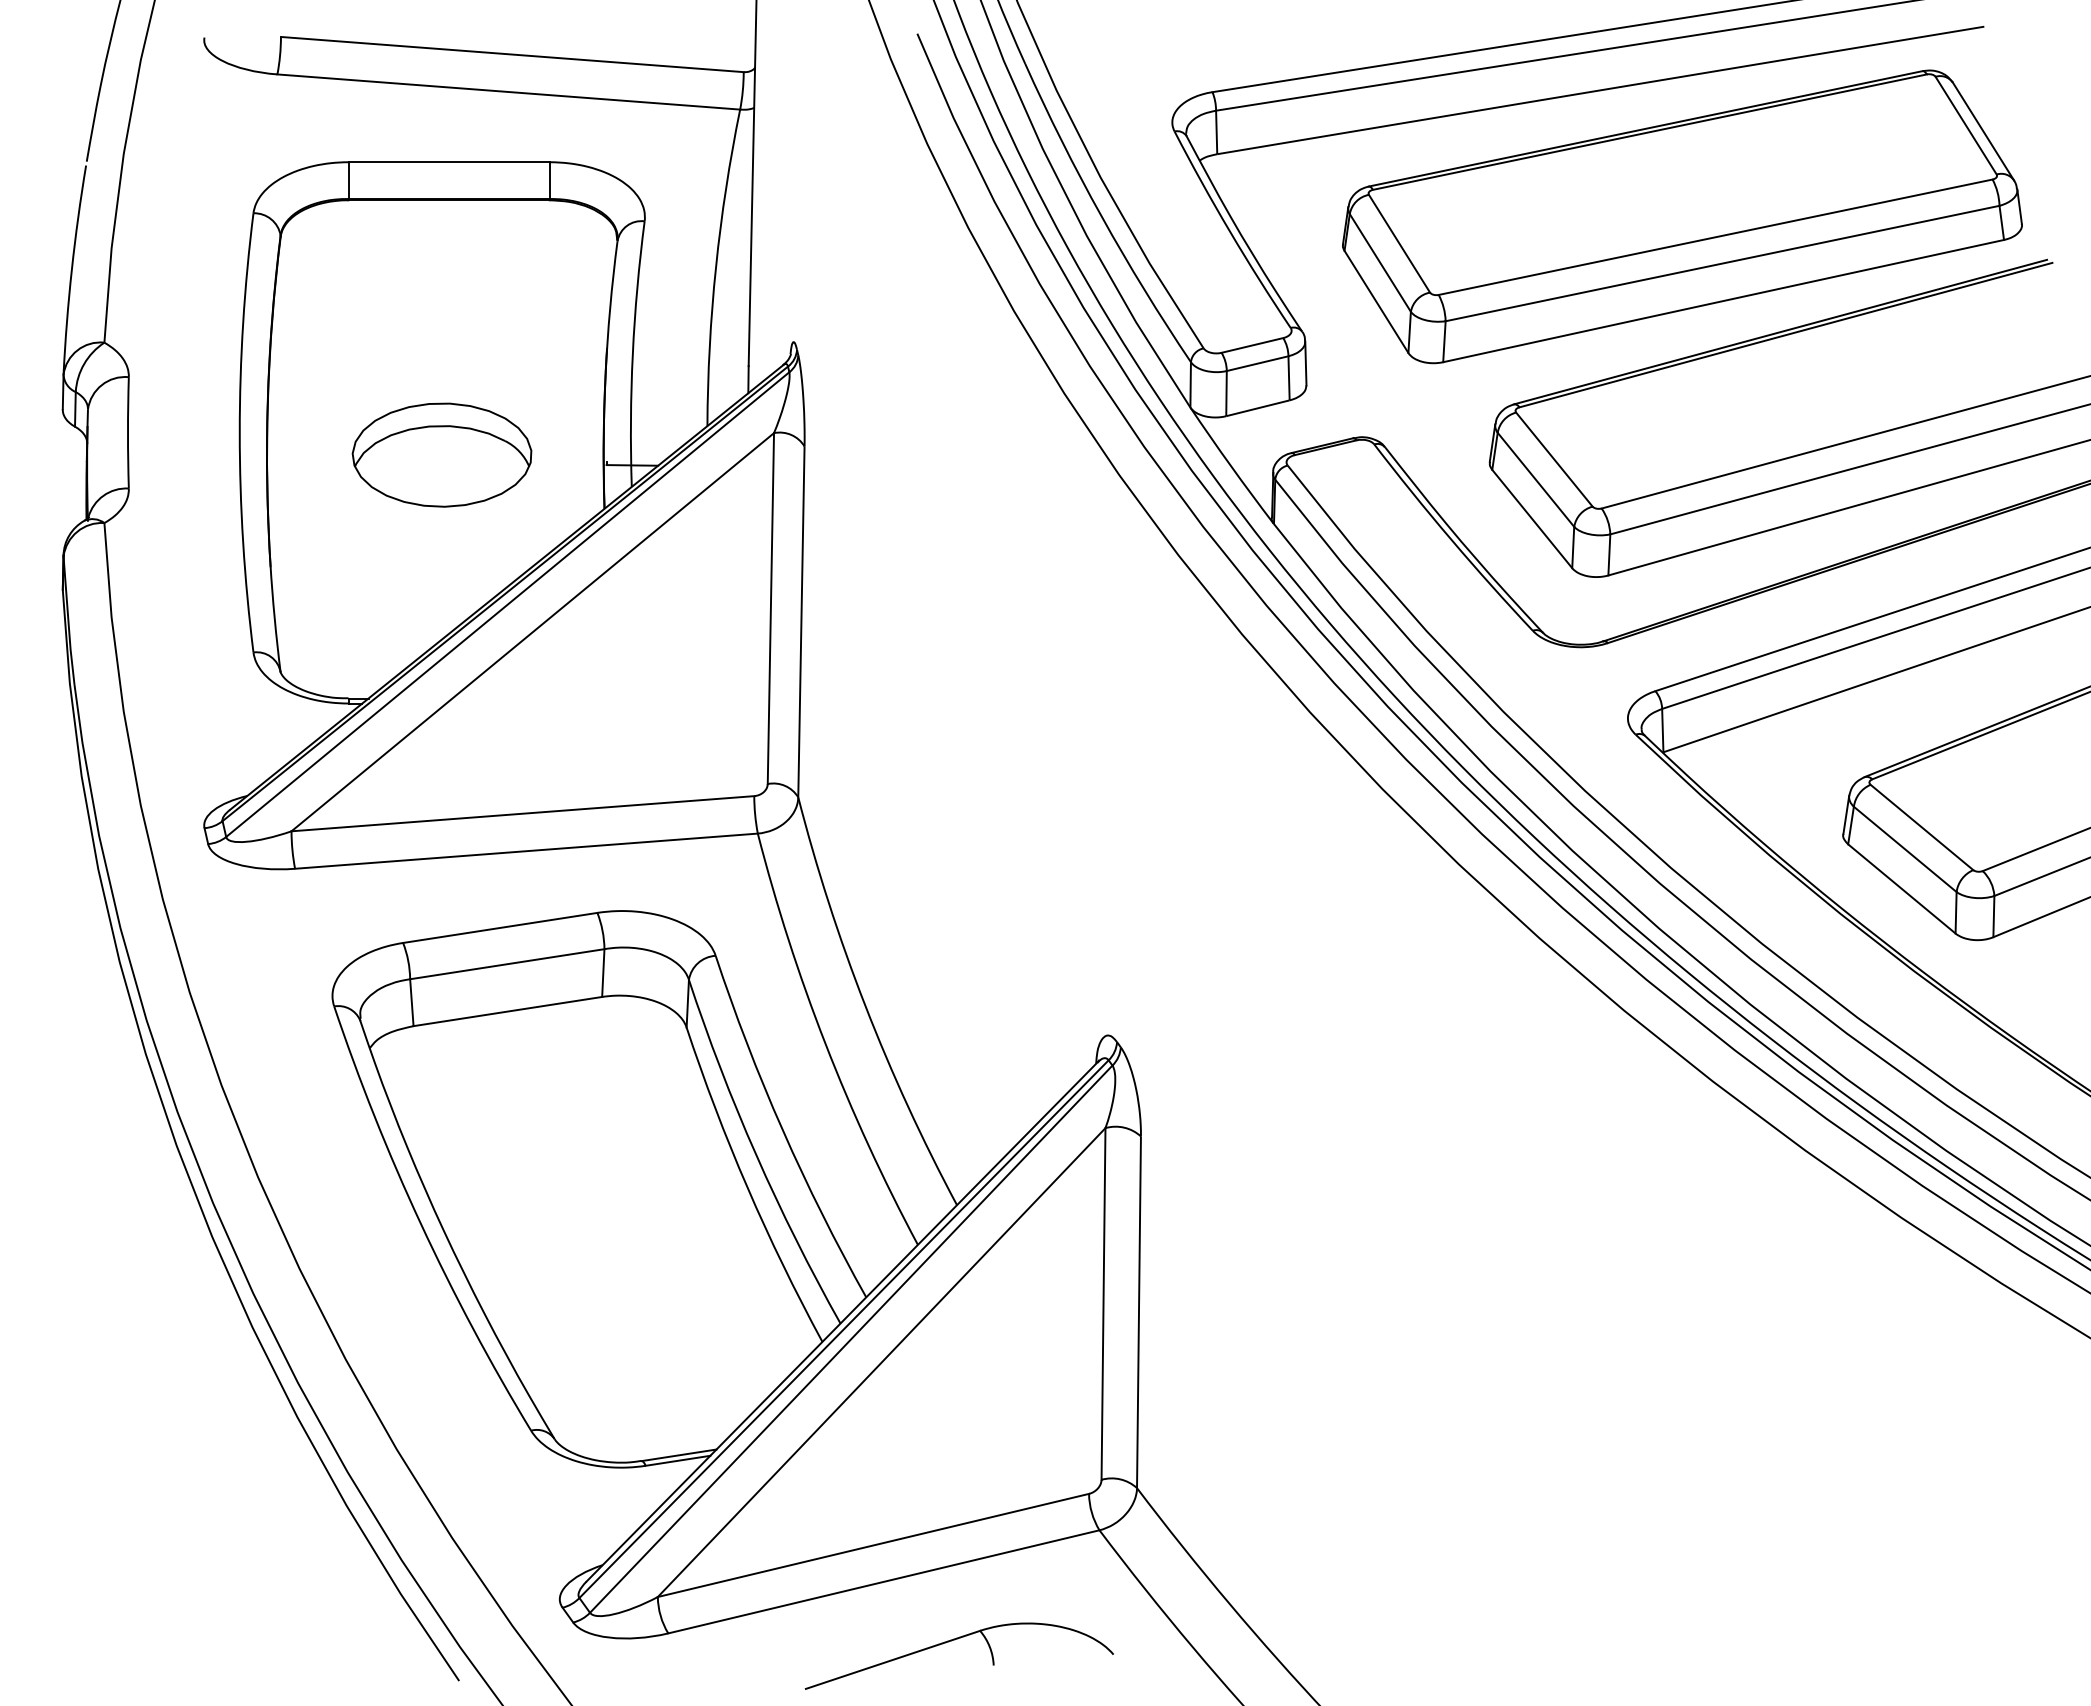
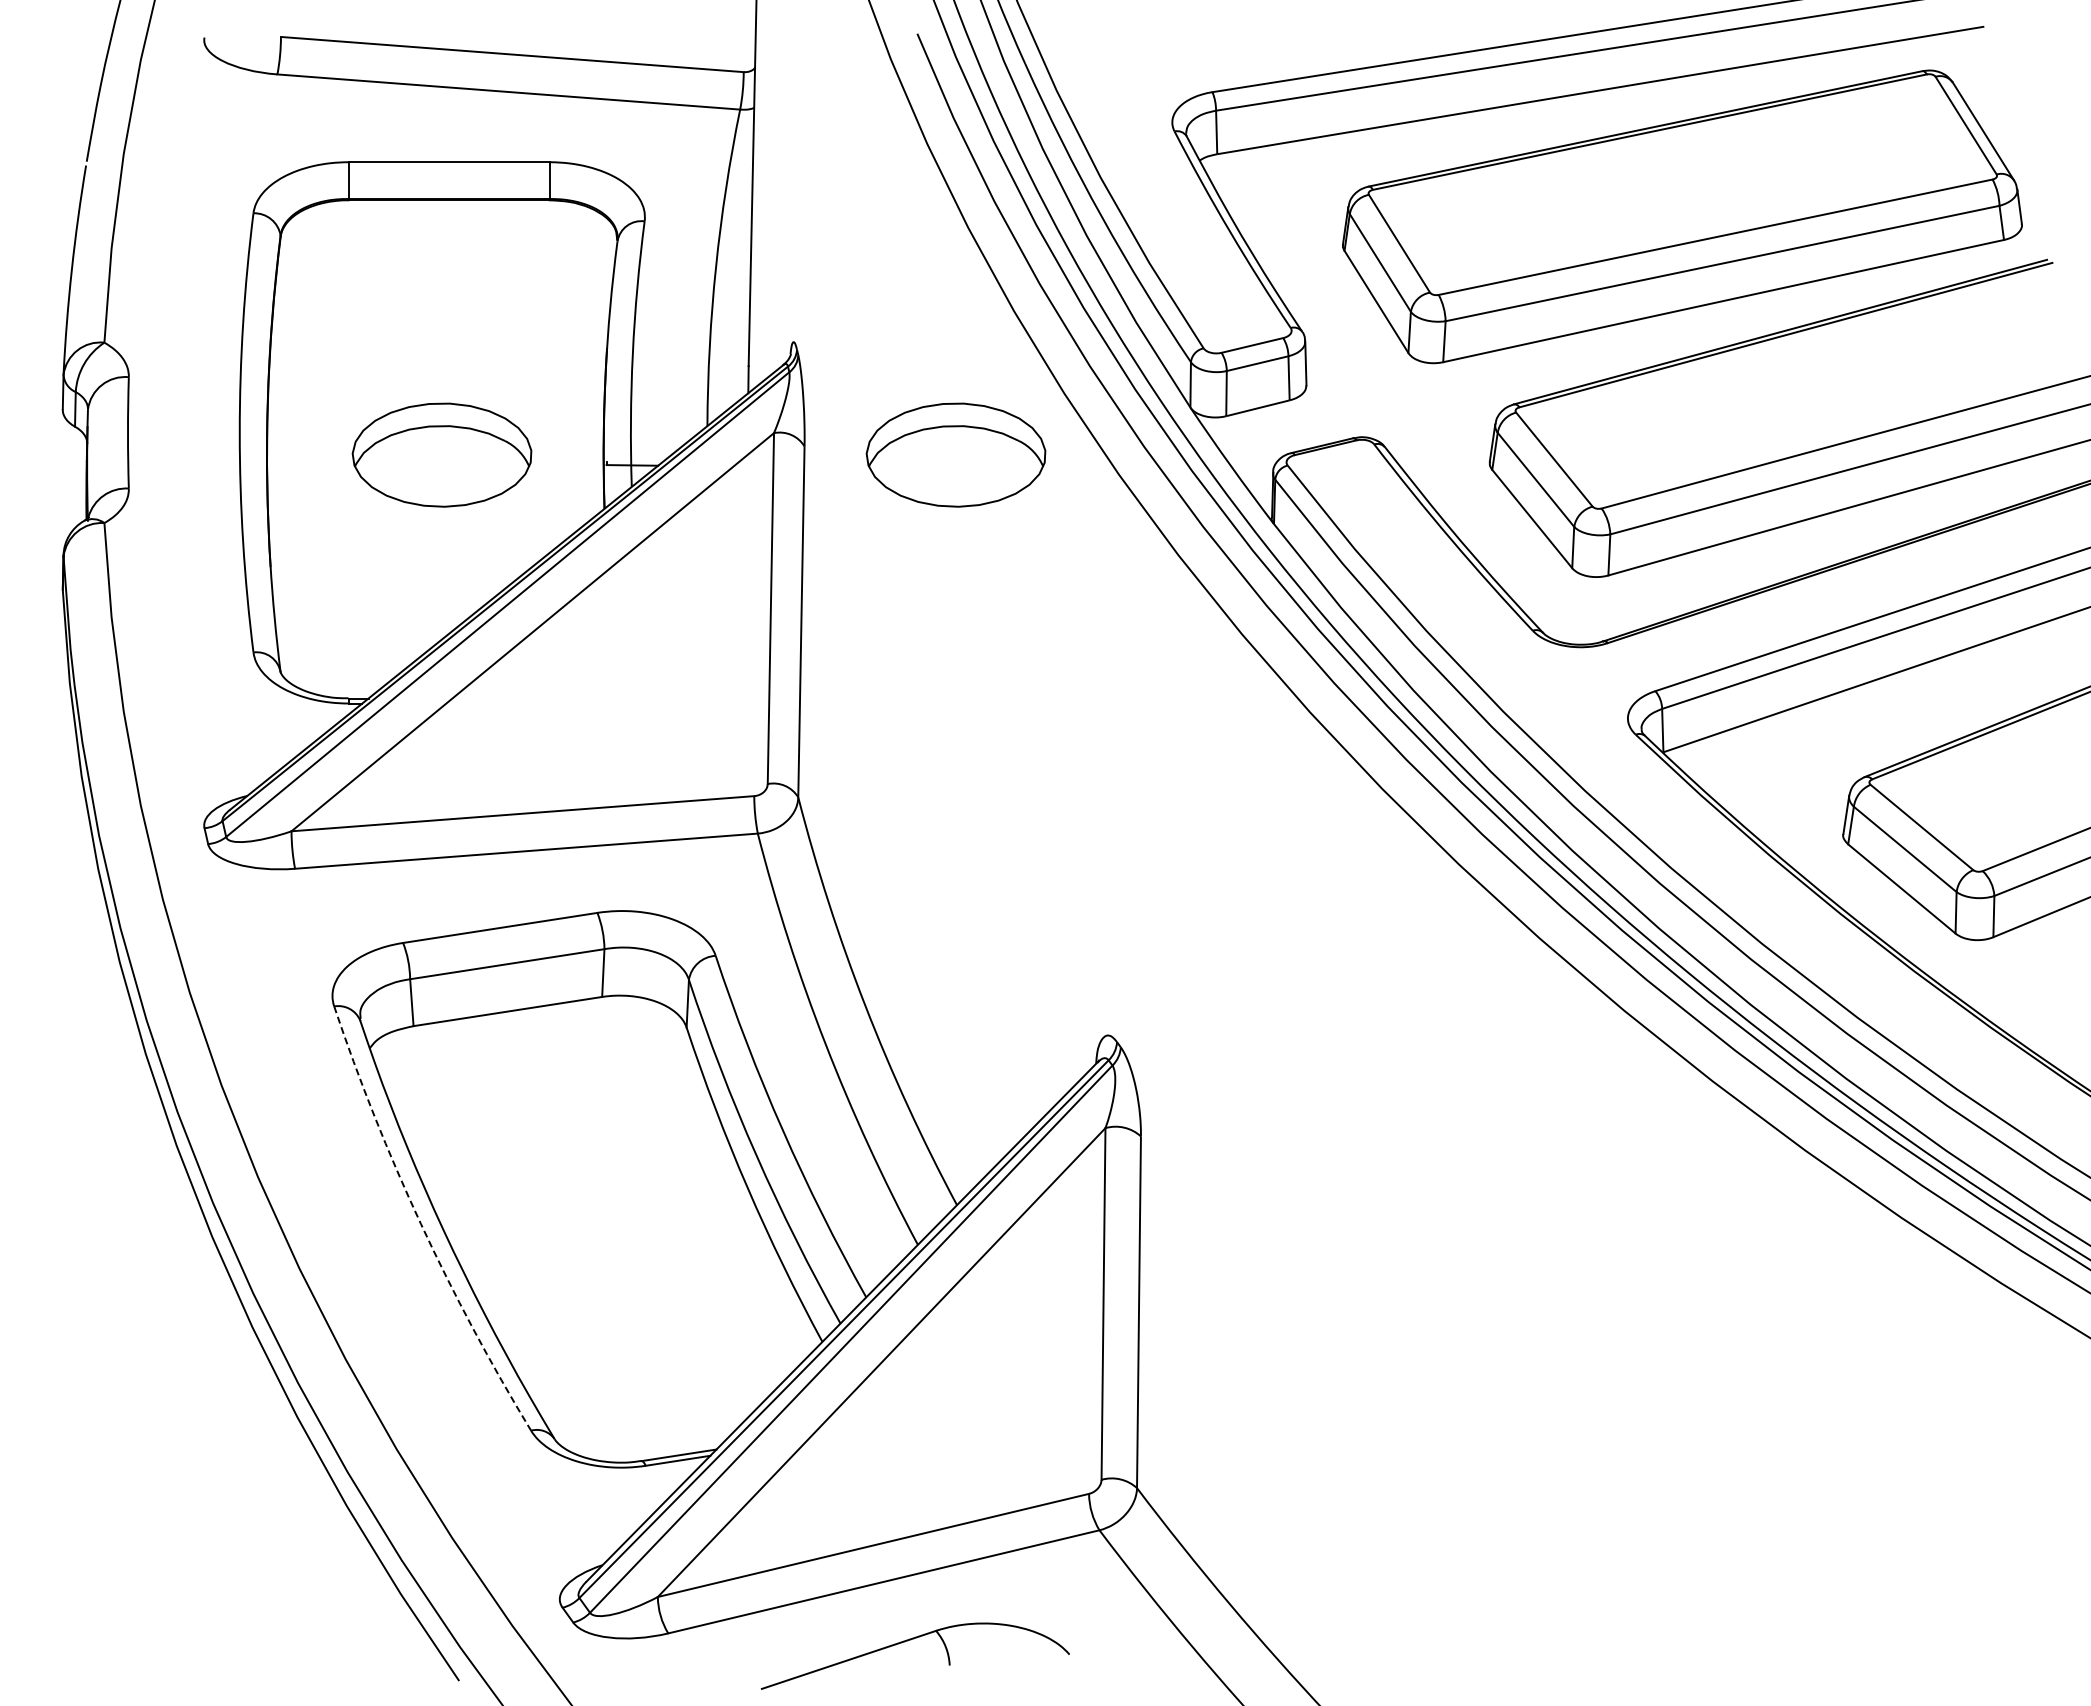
part at (955, 454): none -> present
arc at (420, 1224): solid -> dashed
part at (954, 1640) position: (954, 1640) -> (910, 1640)
